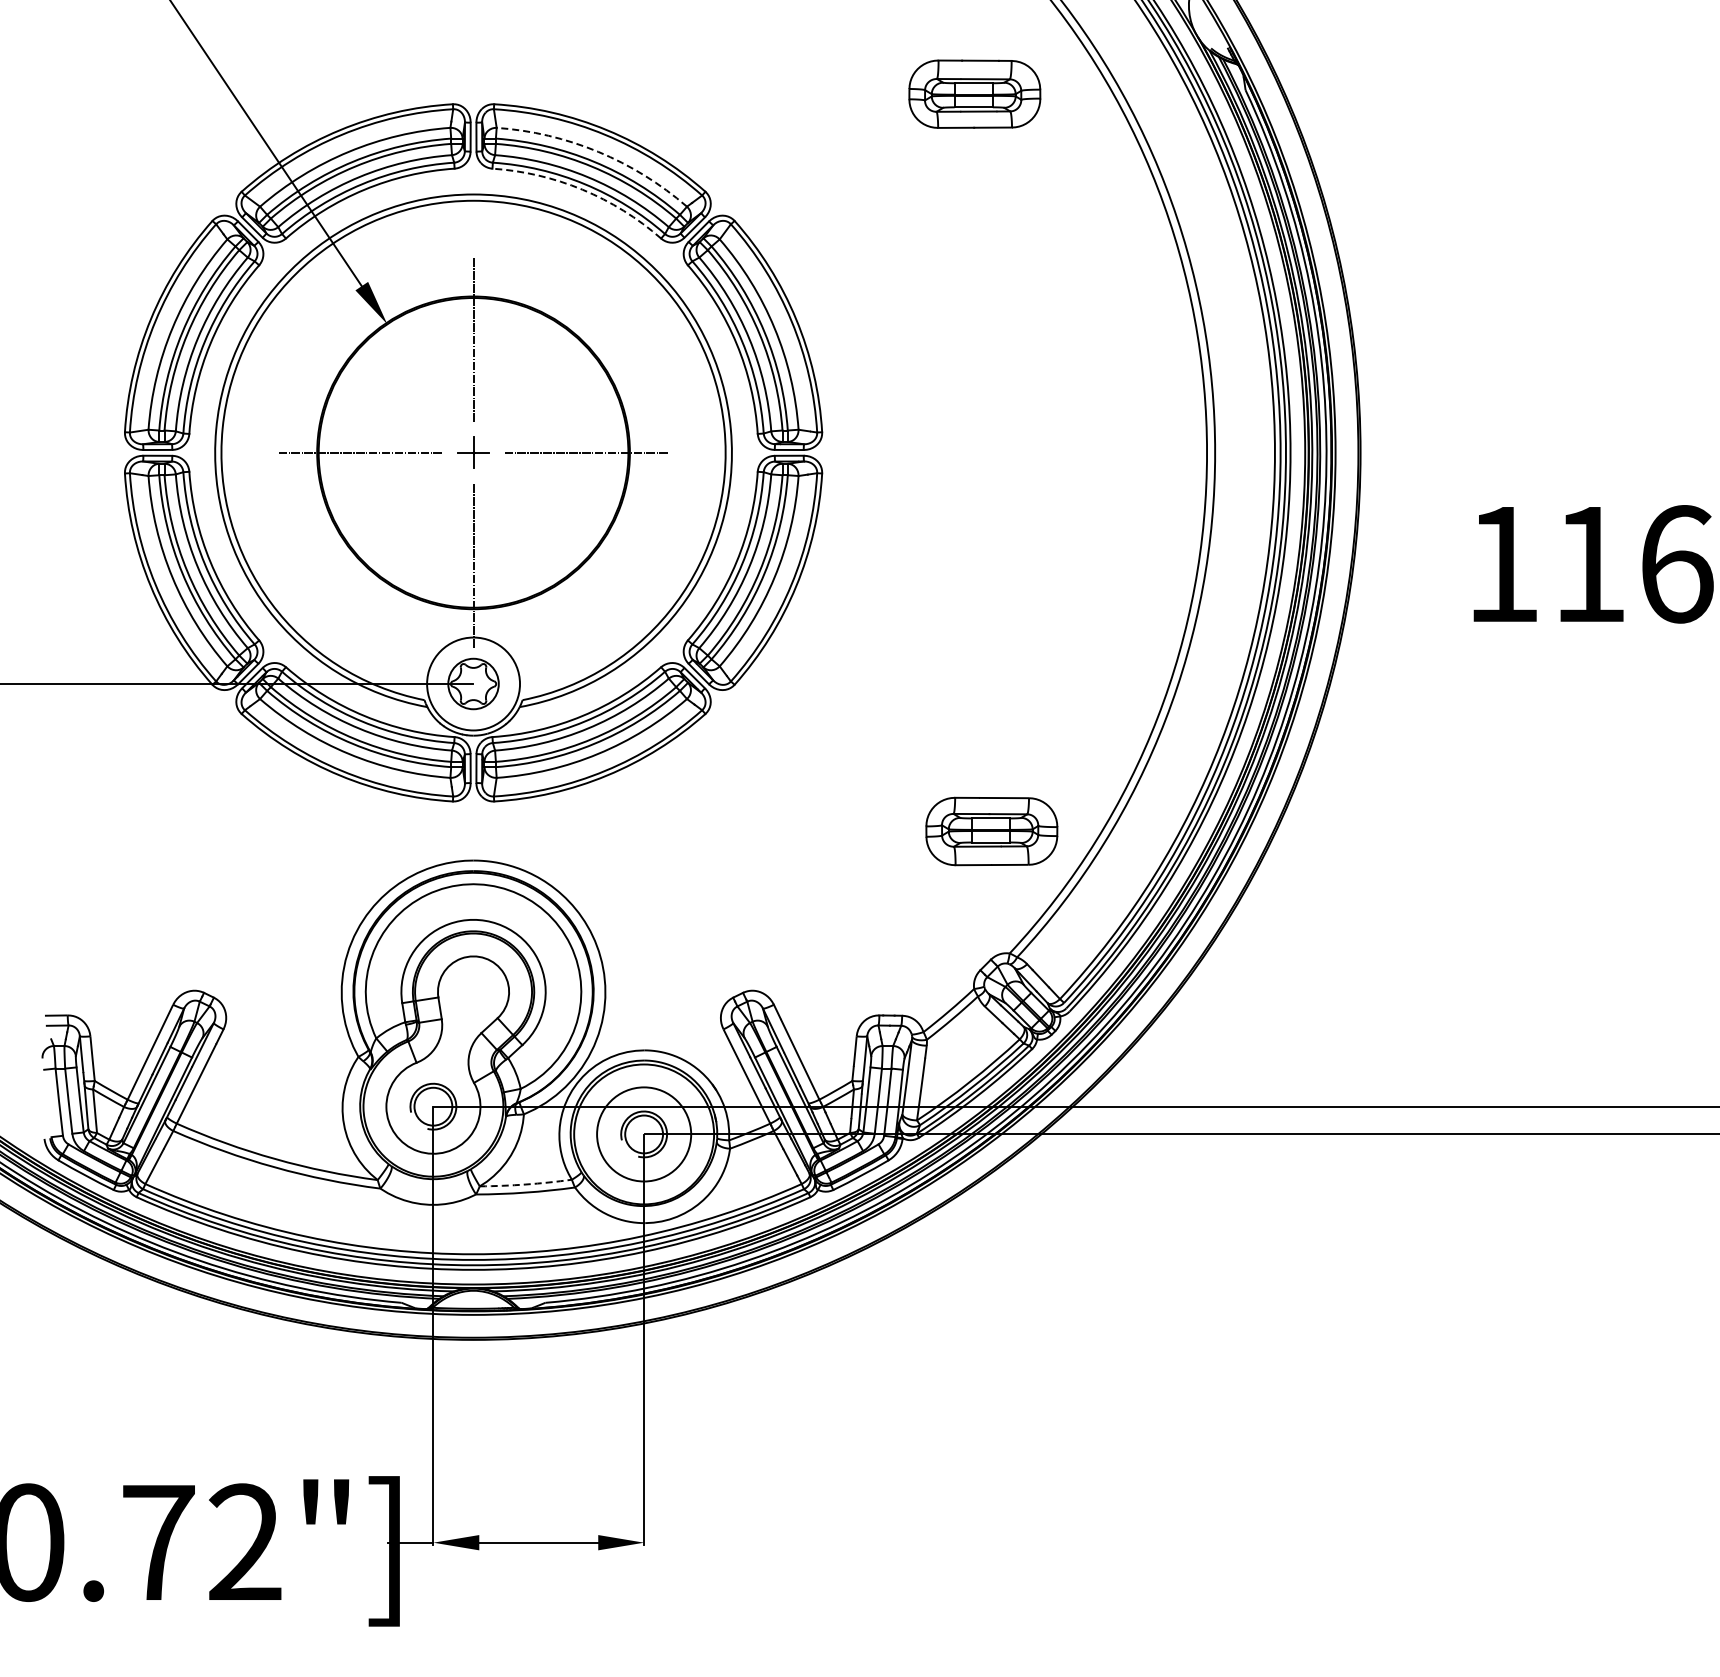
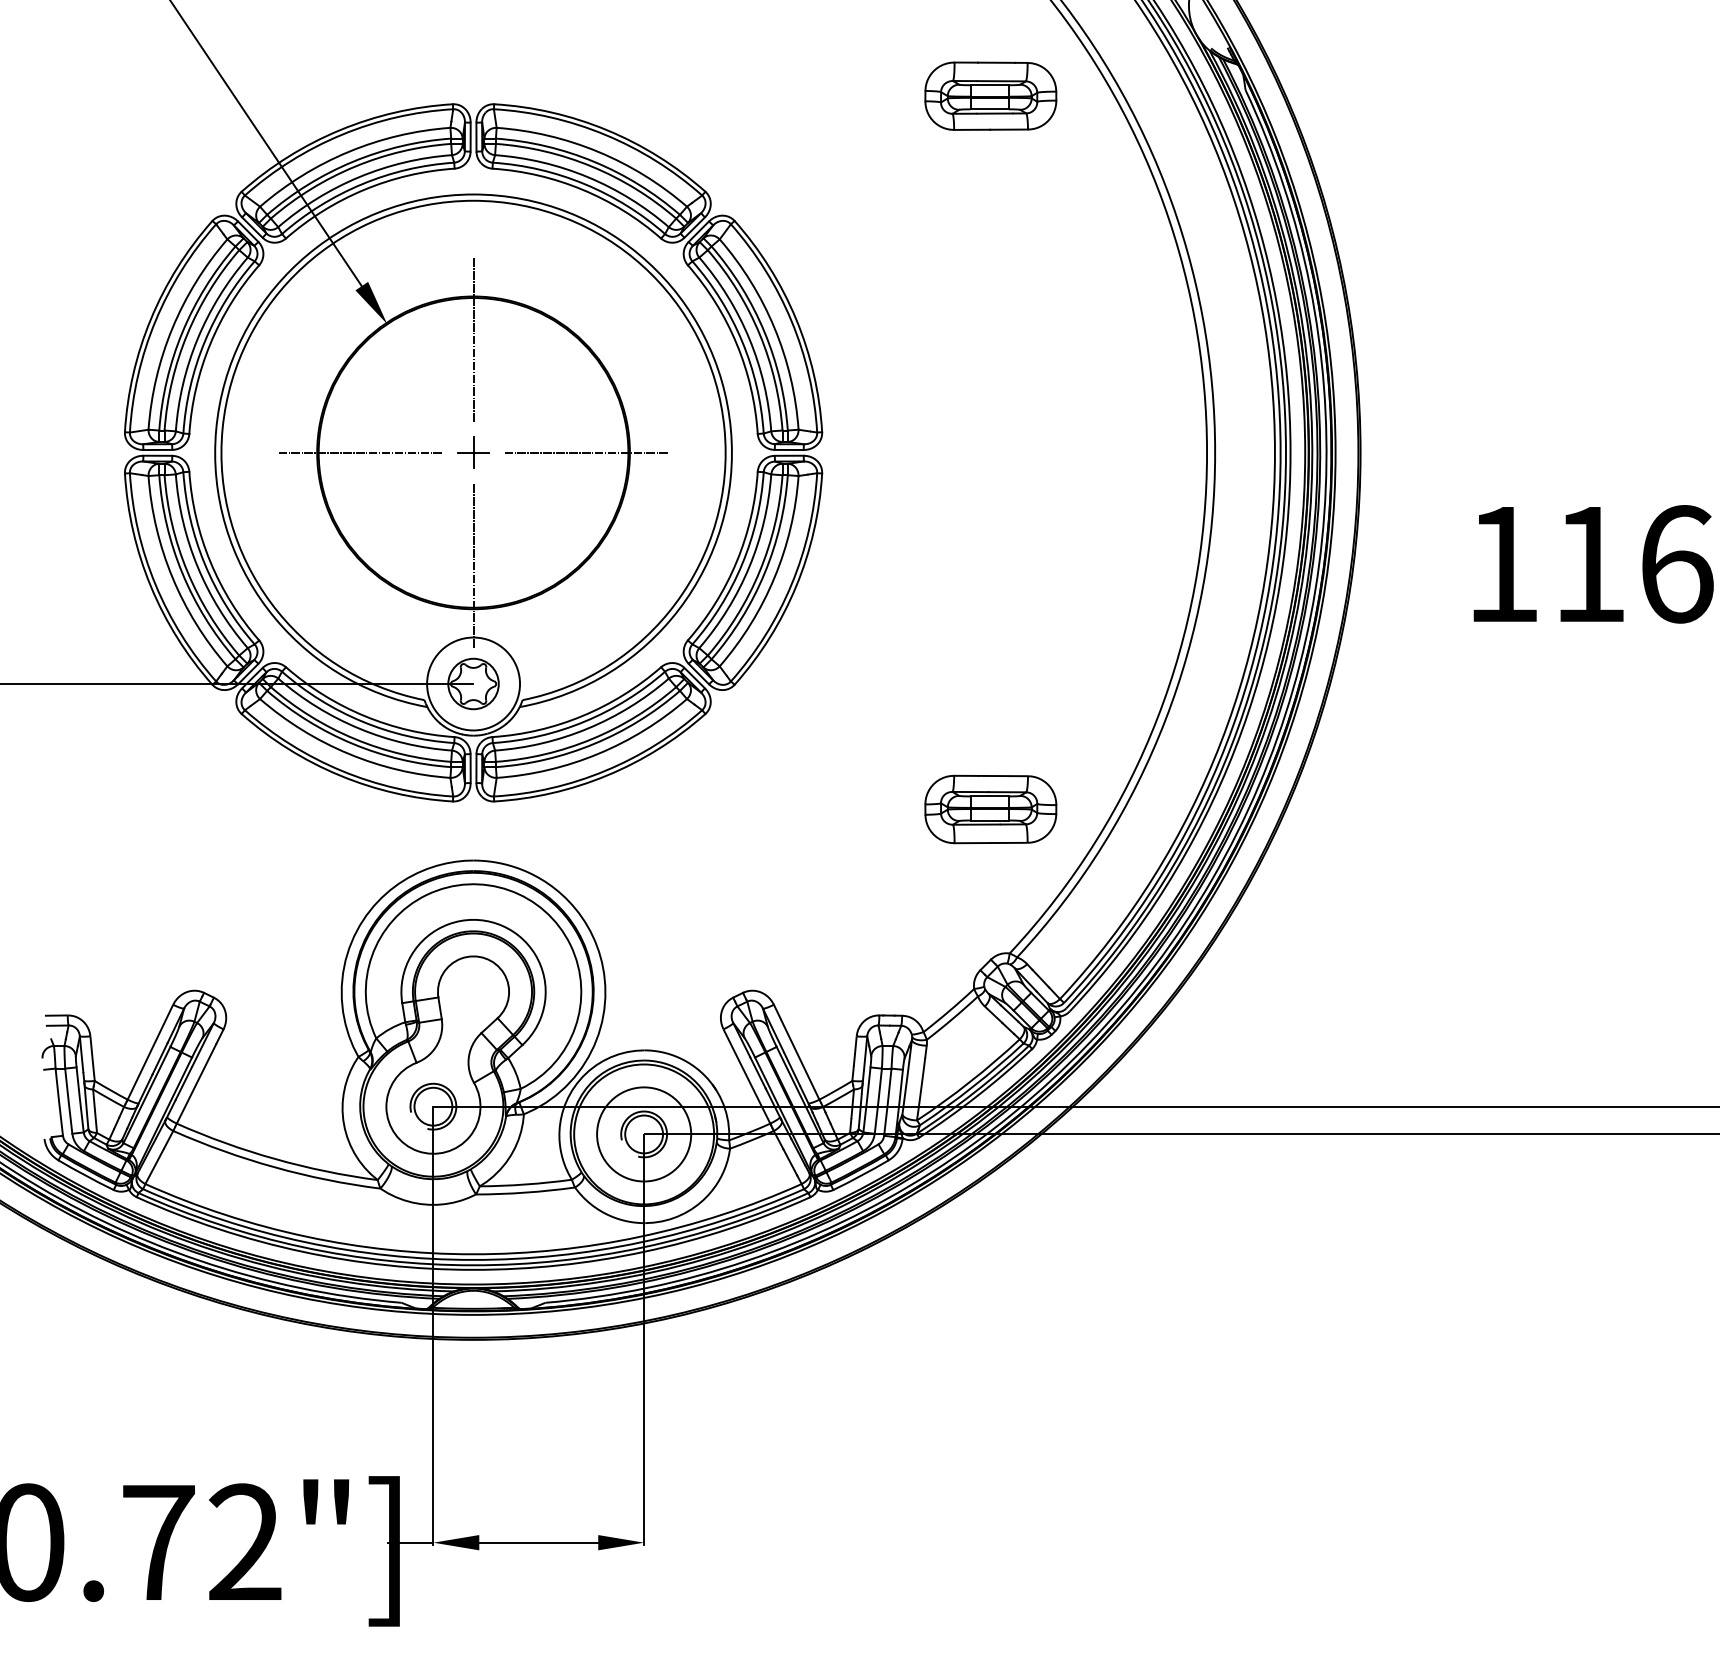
part at (974, 93) position: (974, 93) -> (990, 95)
arc at (598, 151): dashed -> solid
arc at (582, 189): dashed -> solid
part at (991, 831) position: (991, 831) -> (990, 809)
arc at (525, 1184): dashed -> solid
